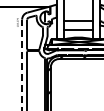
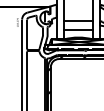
line at (22, 64): dashed -> solid
